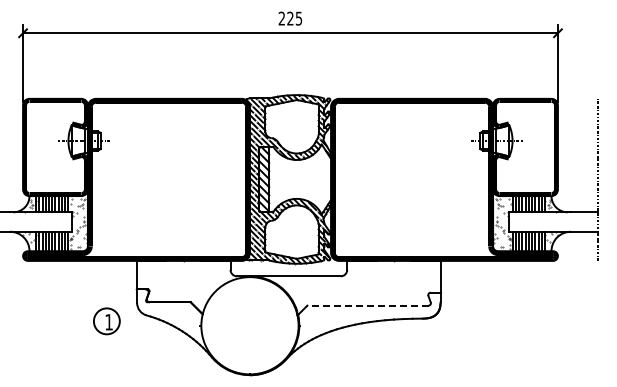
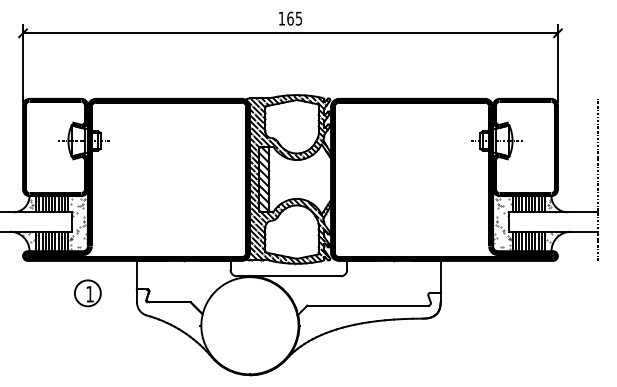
text at (285, 18): 225 -> 165
line at (367, 305): dashed -> solid
part at (106, 321) position: (106, 321) -> (87, 293)
